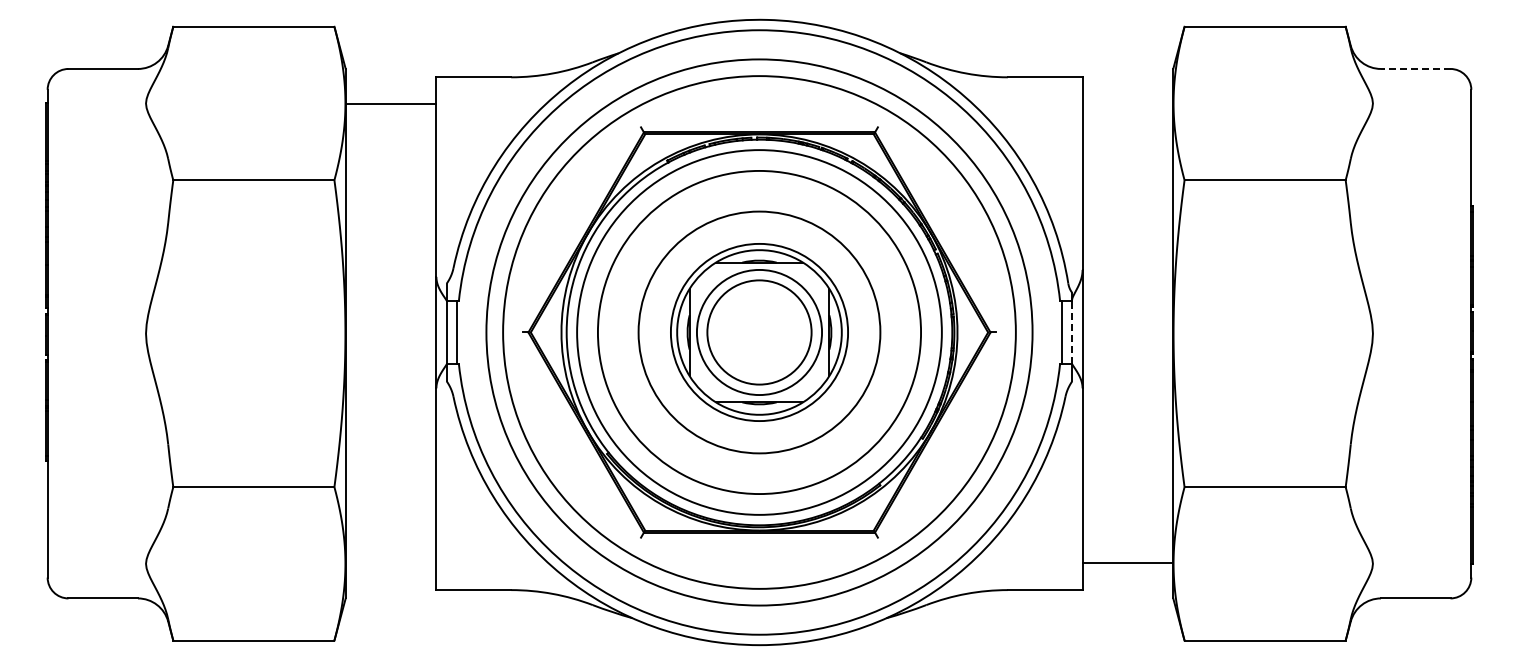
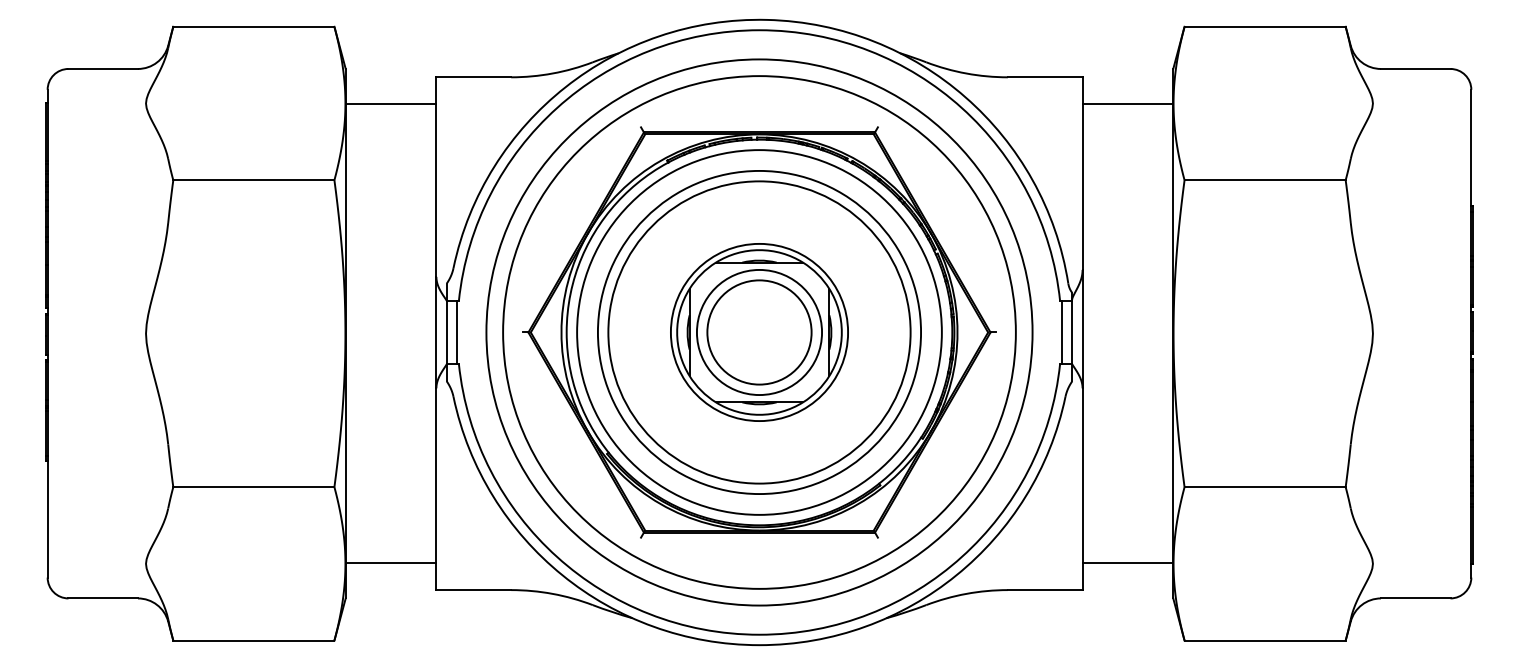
line at (1415, 68): dashed -> solid
line at (1127, 104): none -> present
circle at (759, 332) diameter: 242 px -> 302 px
line at (1072, 332): dashed -> solid
line at (390, 562): none -> present
